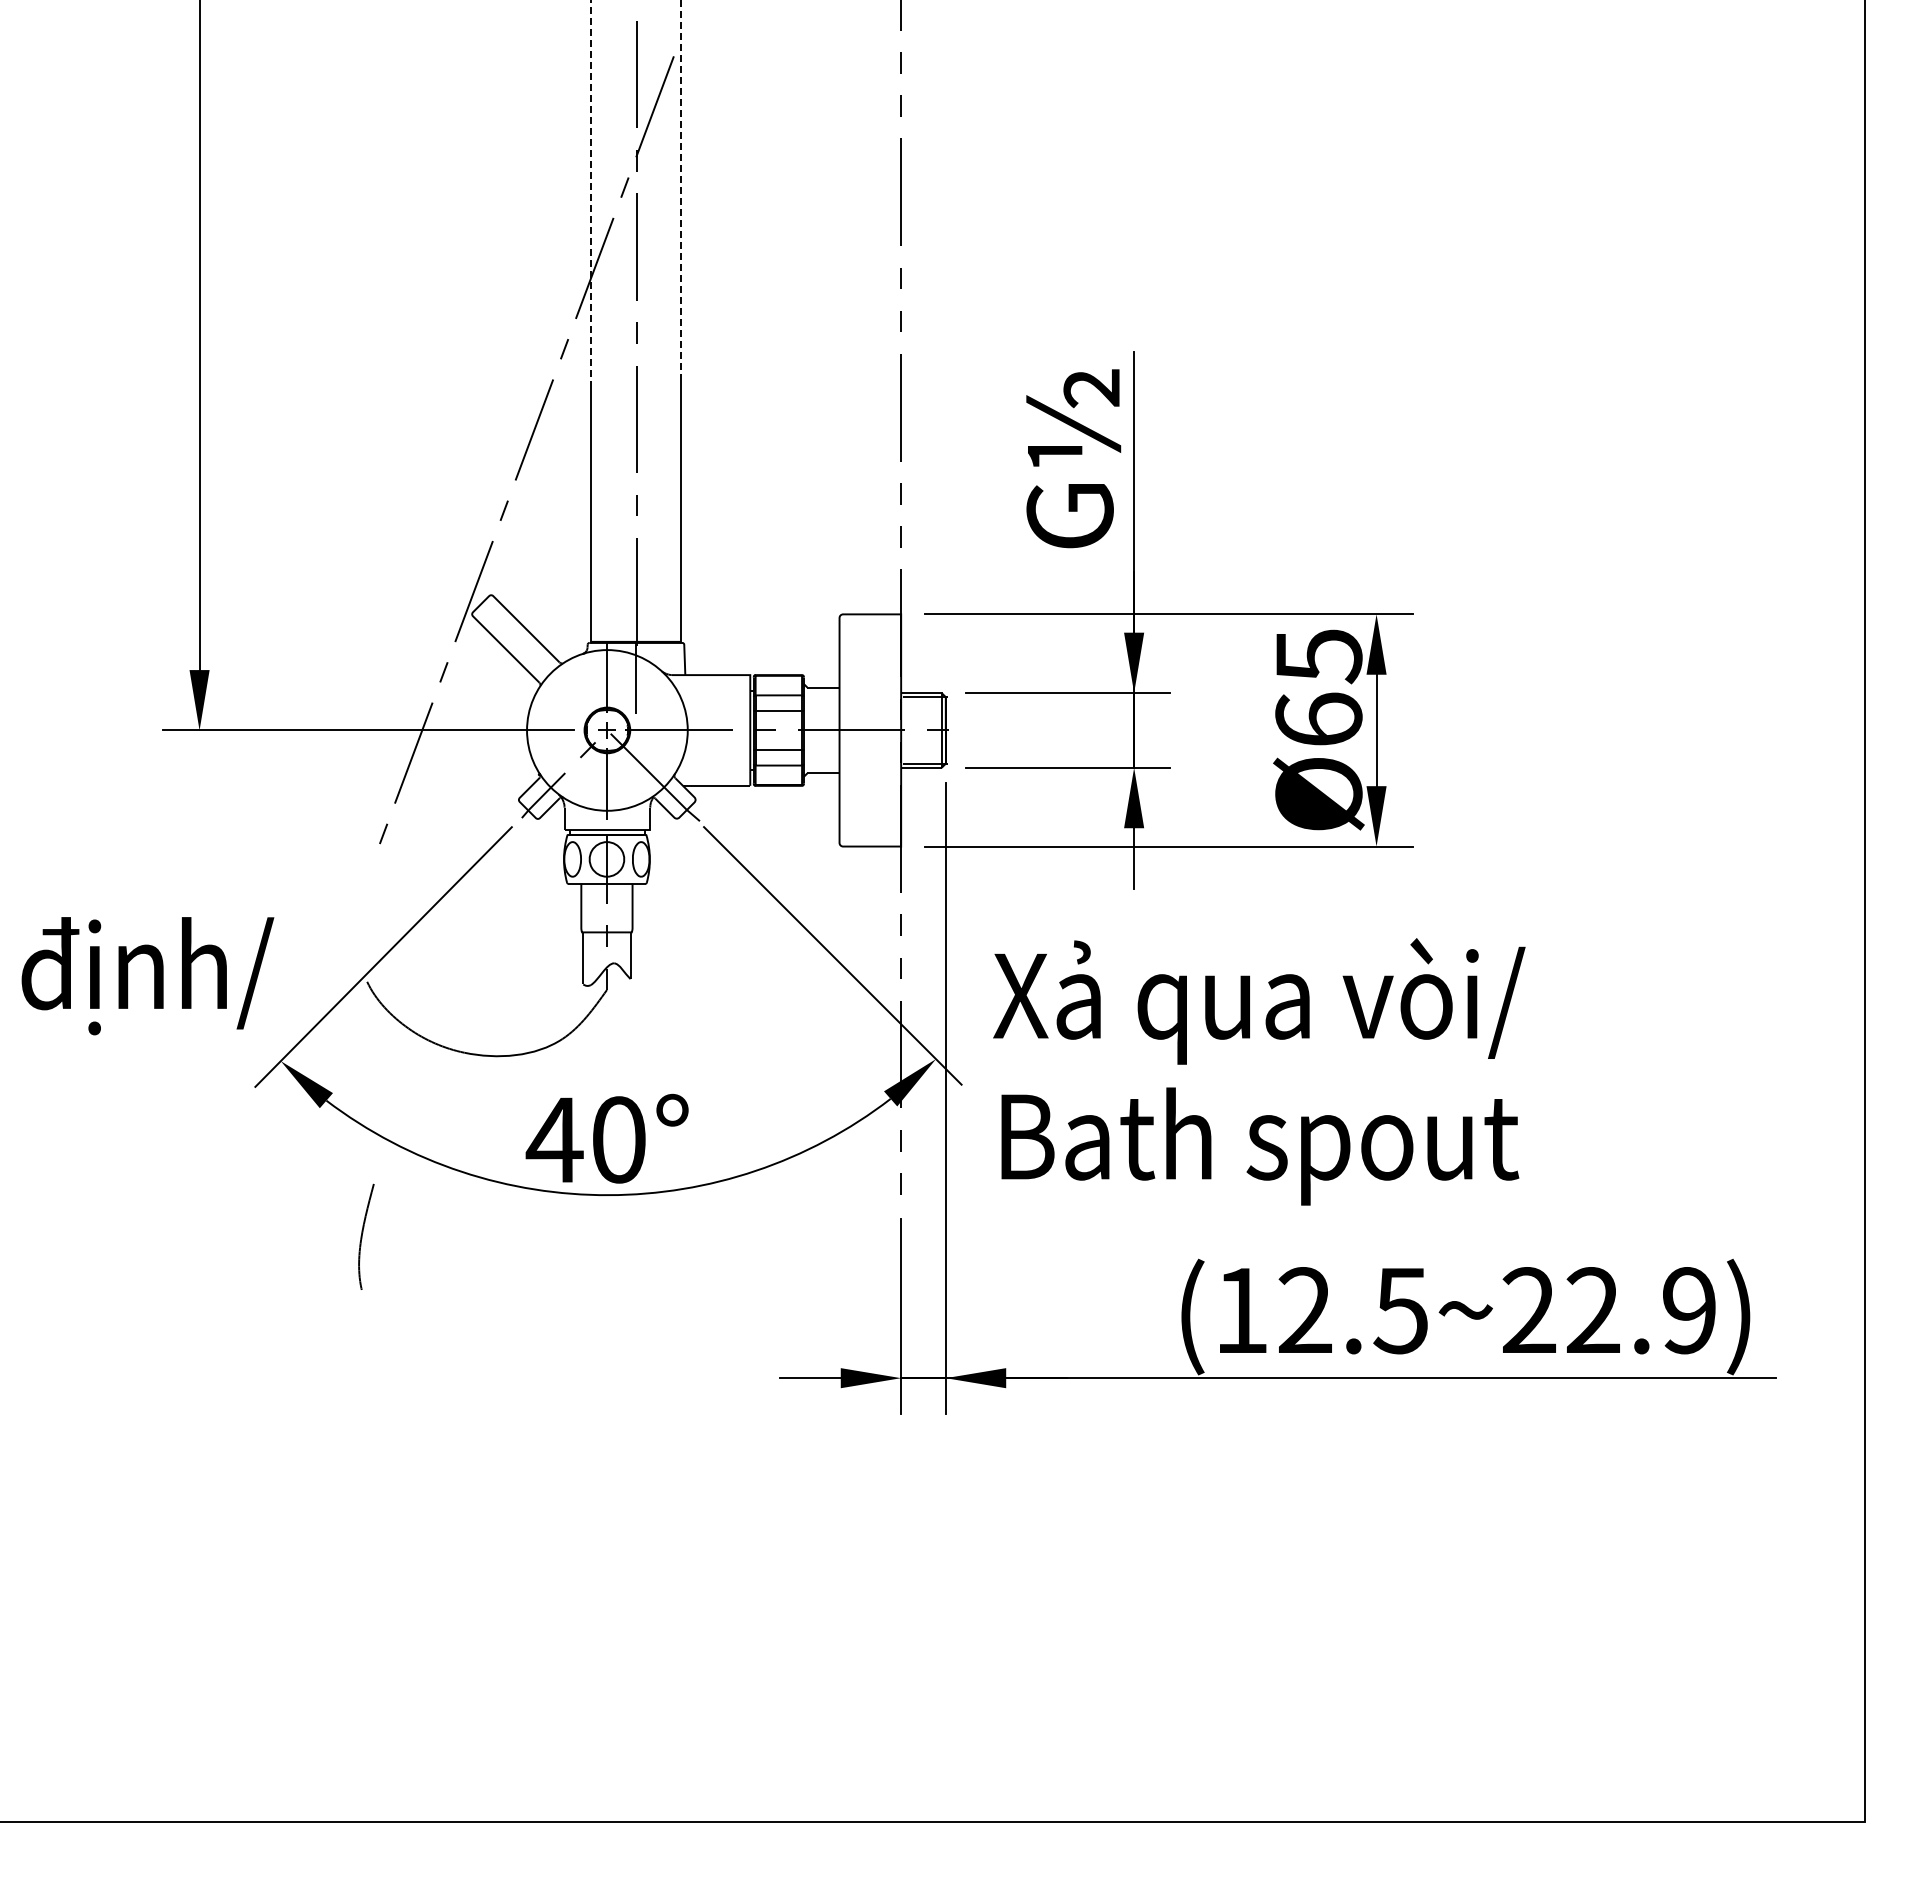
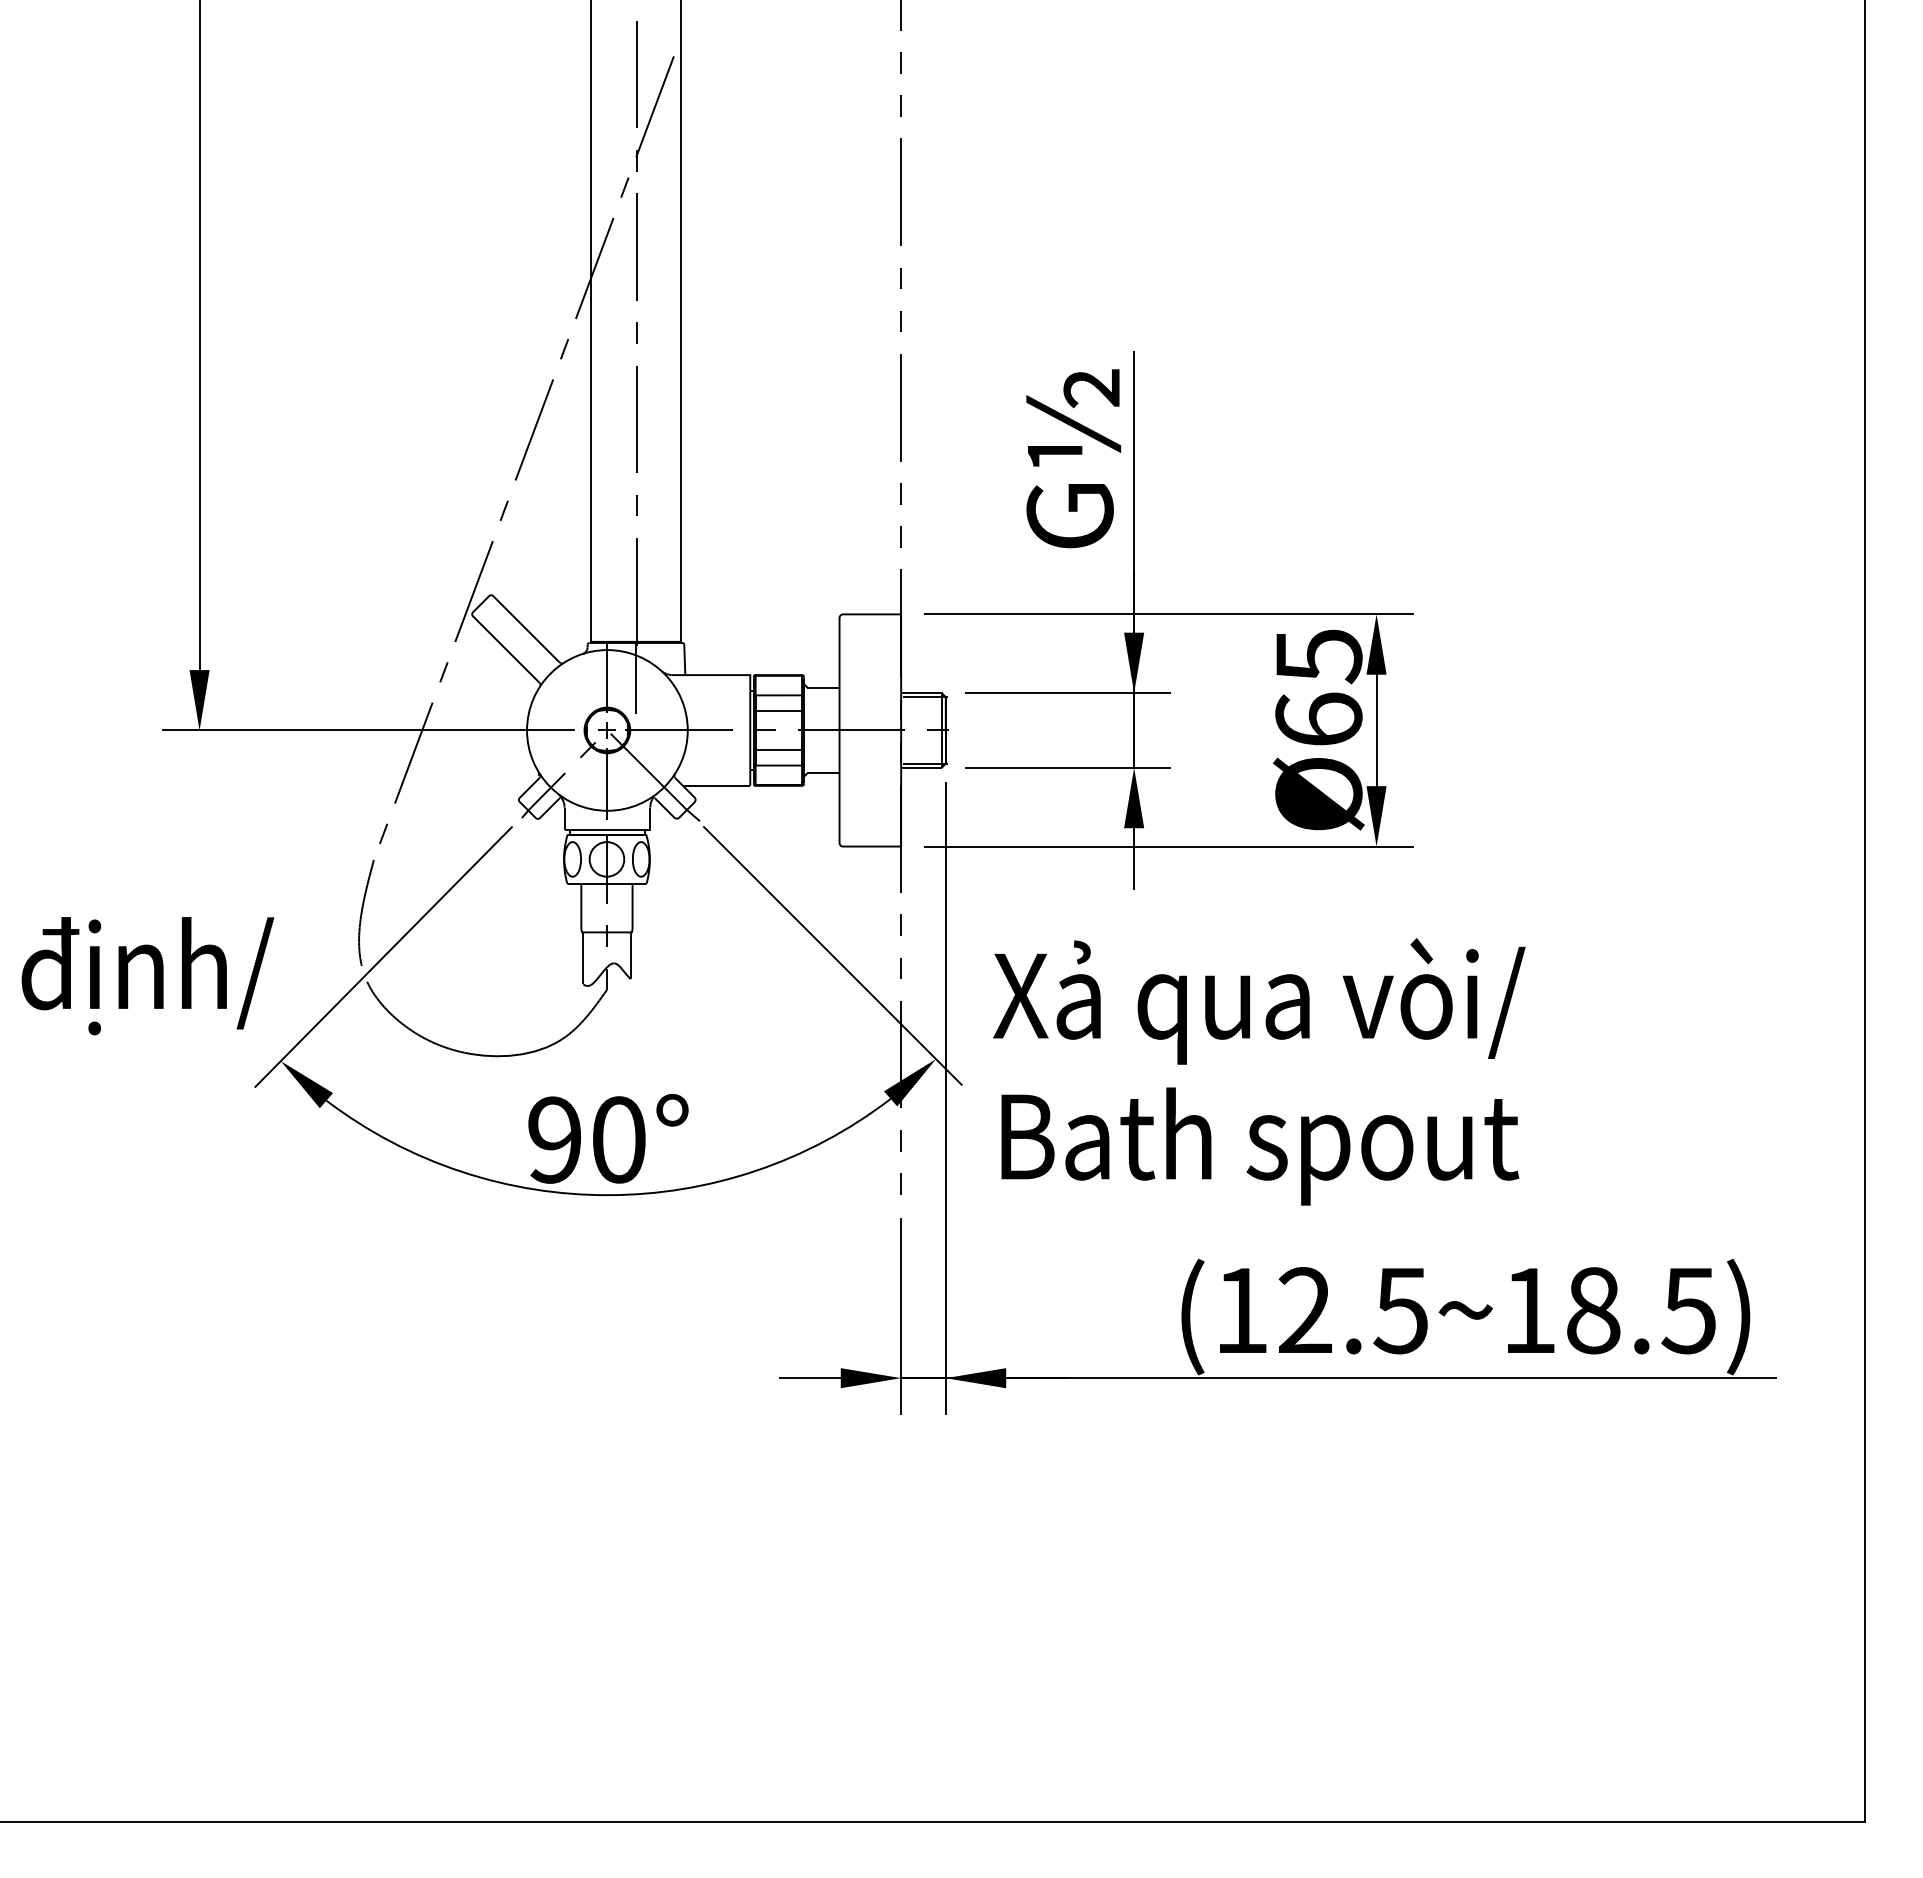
line at (680, 190): dashed -> solid
line at (591, 191): dashed -> solid
text at (554, 1139): 40° -> 90°
curve at (362, 1236) position: (362, 1236) -> (362, 912)
text at (1608, 1310): (12.5~22.9) -> (12.5~18.5)
